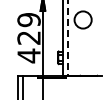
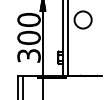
text at (28, 37): 429 -> 300
line at (67, 38): dashed -> solid
